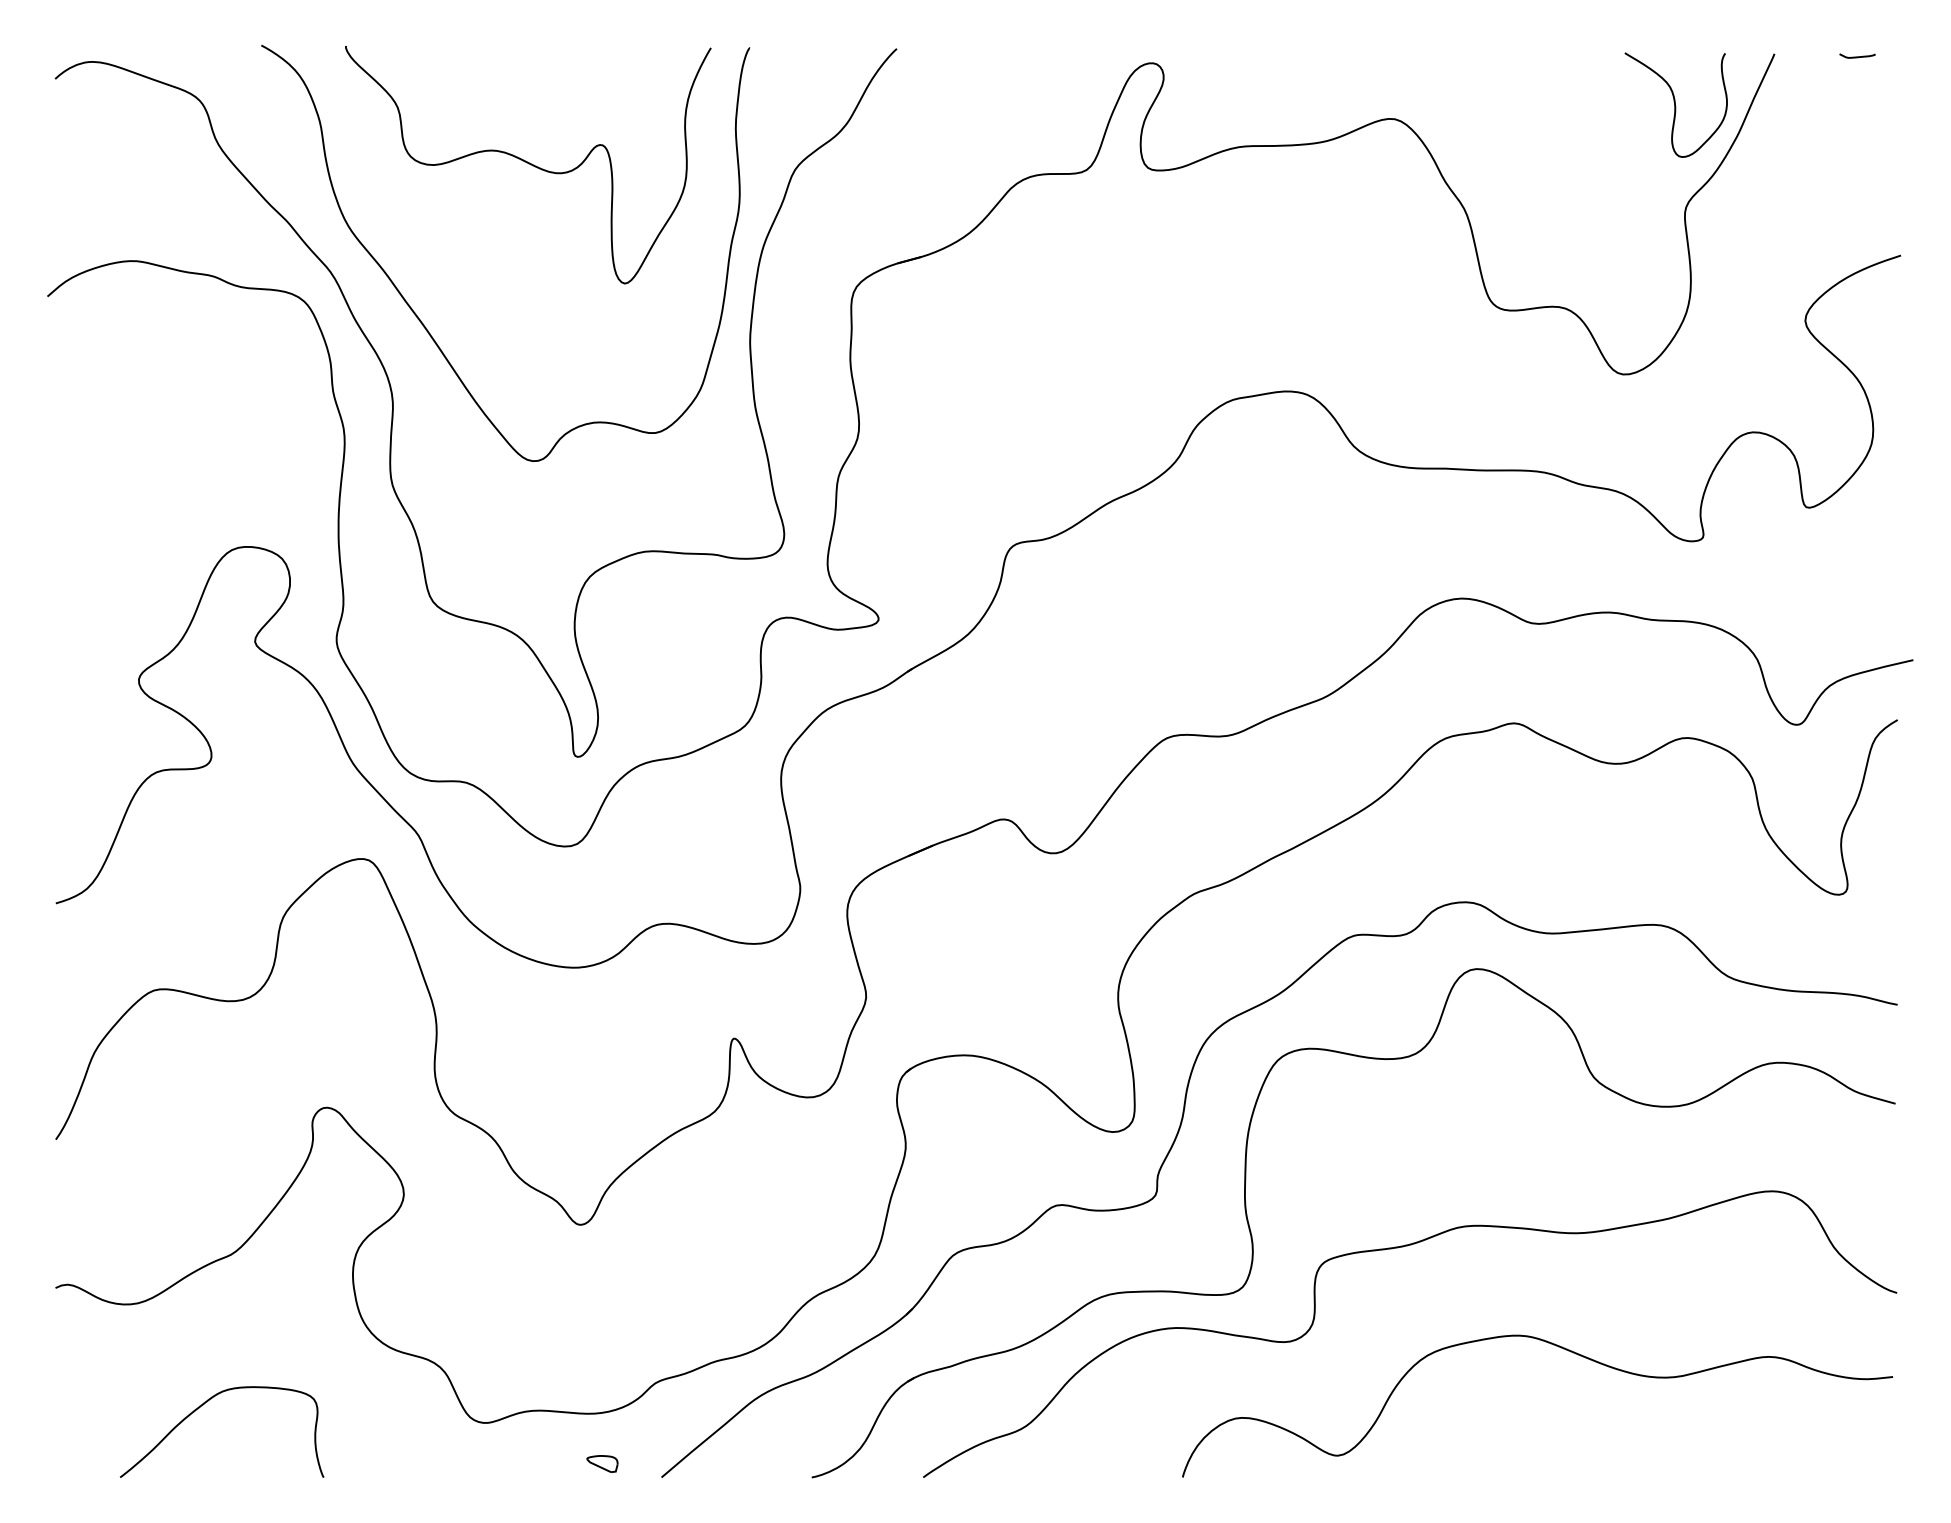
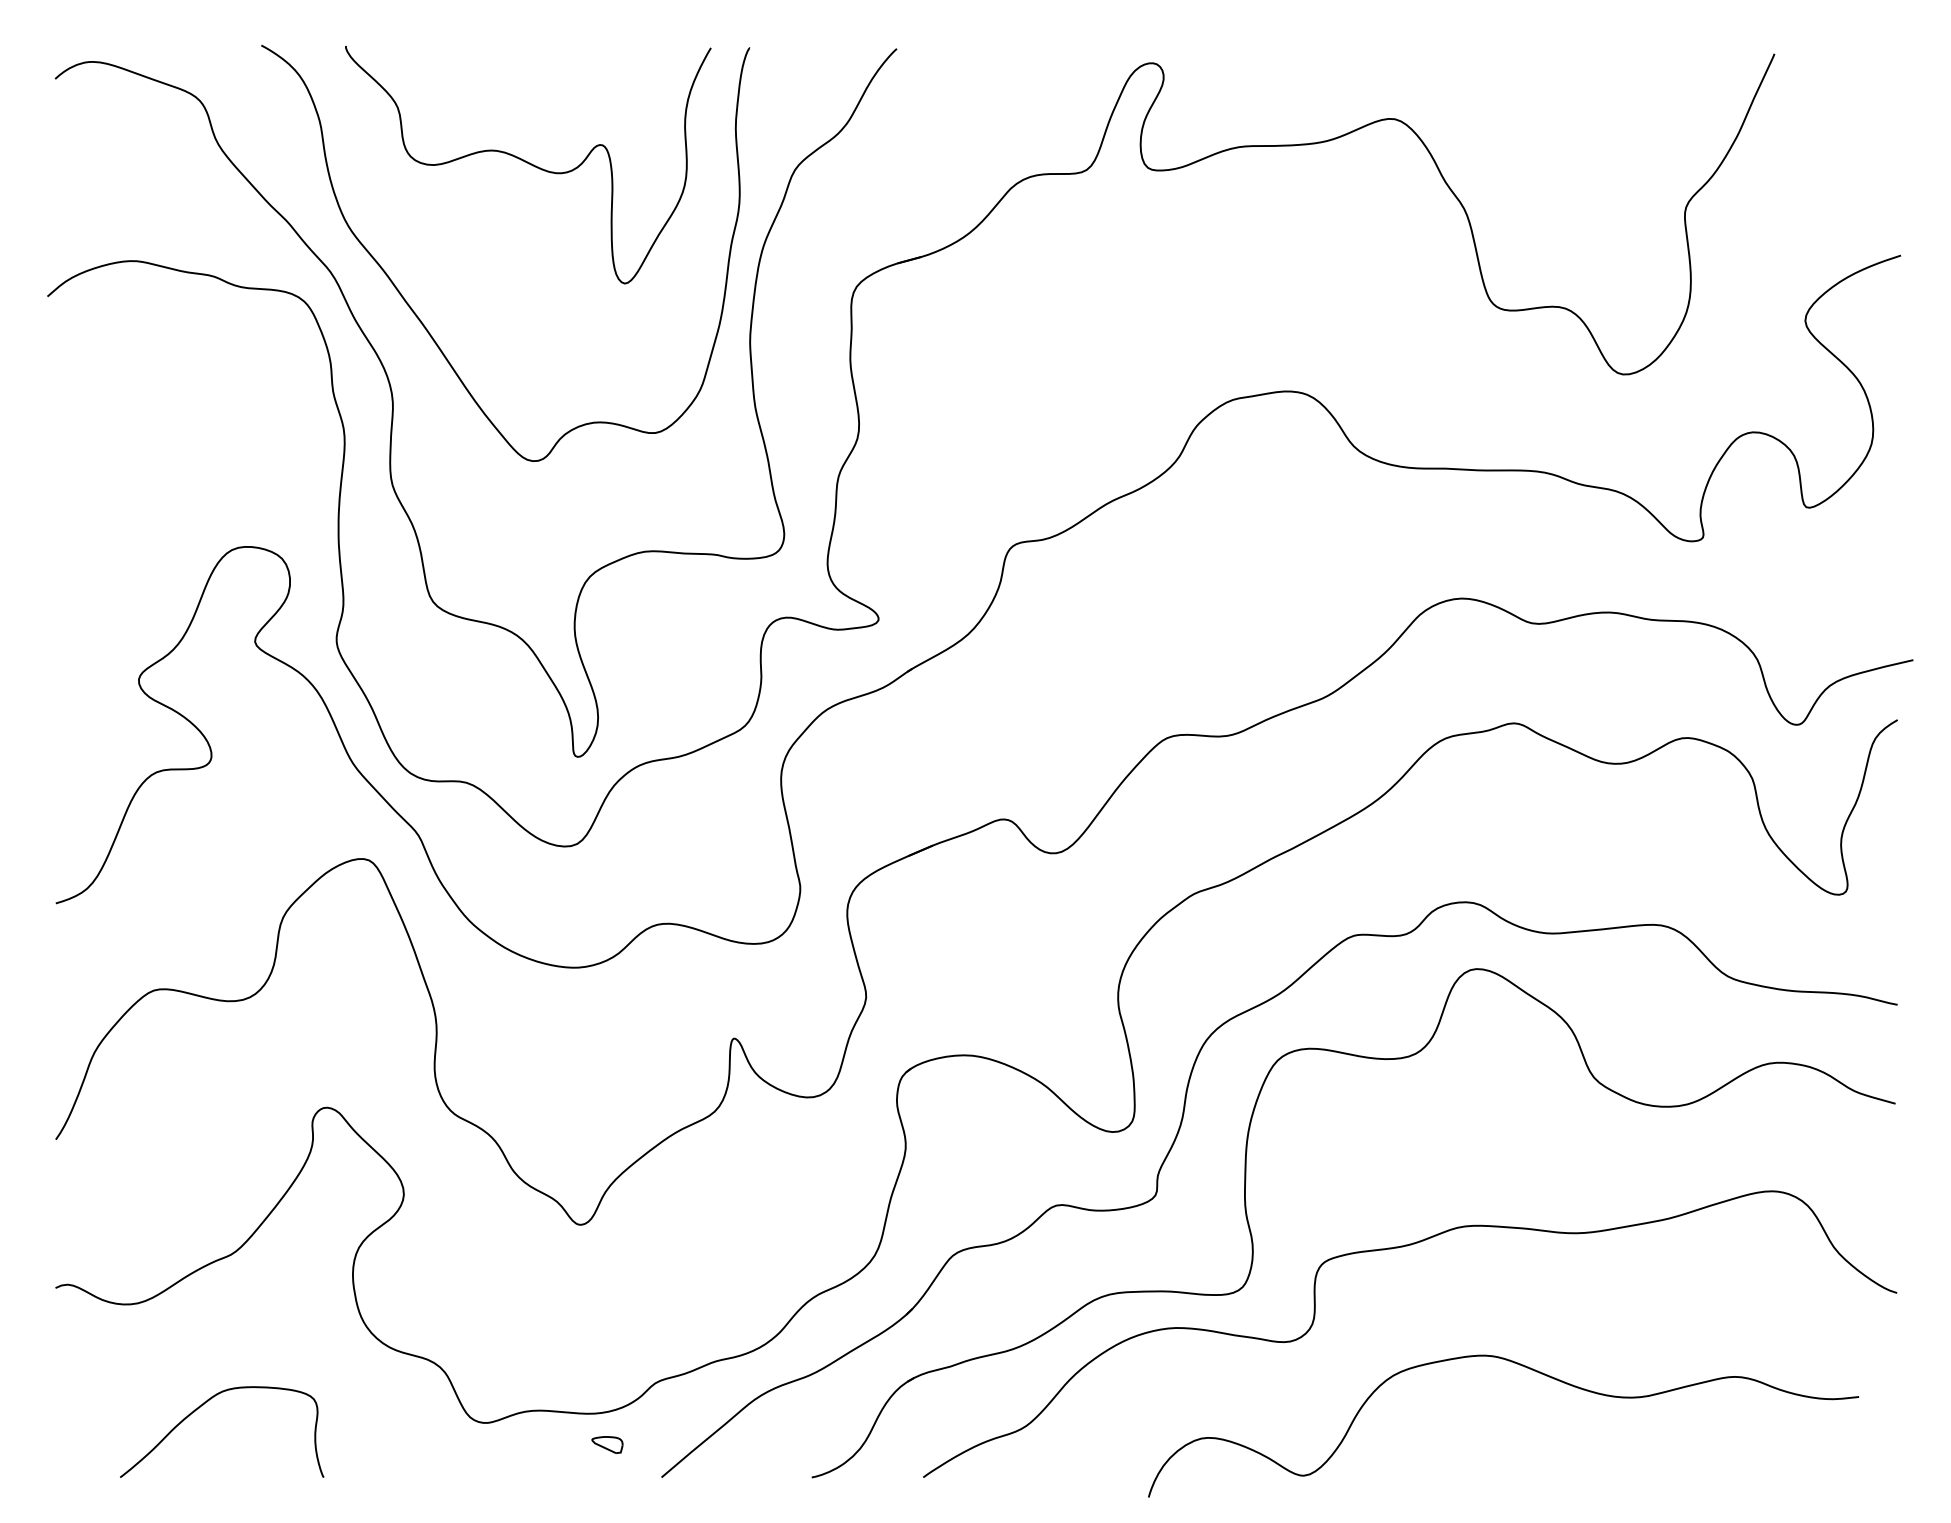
curve at (1857, 56): present -> none
curve at (1675, 104): present -> none
curve at (1558, 1347) position: (1558, 1347) -> (1524, 1367)
part at (602, 1463) position: (602, 1463) -> (607, 1444)
